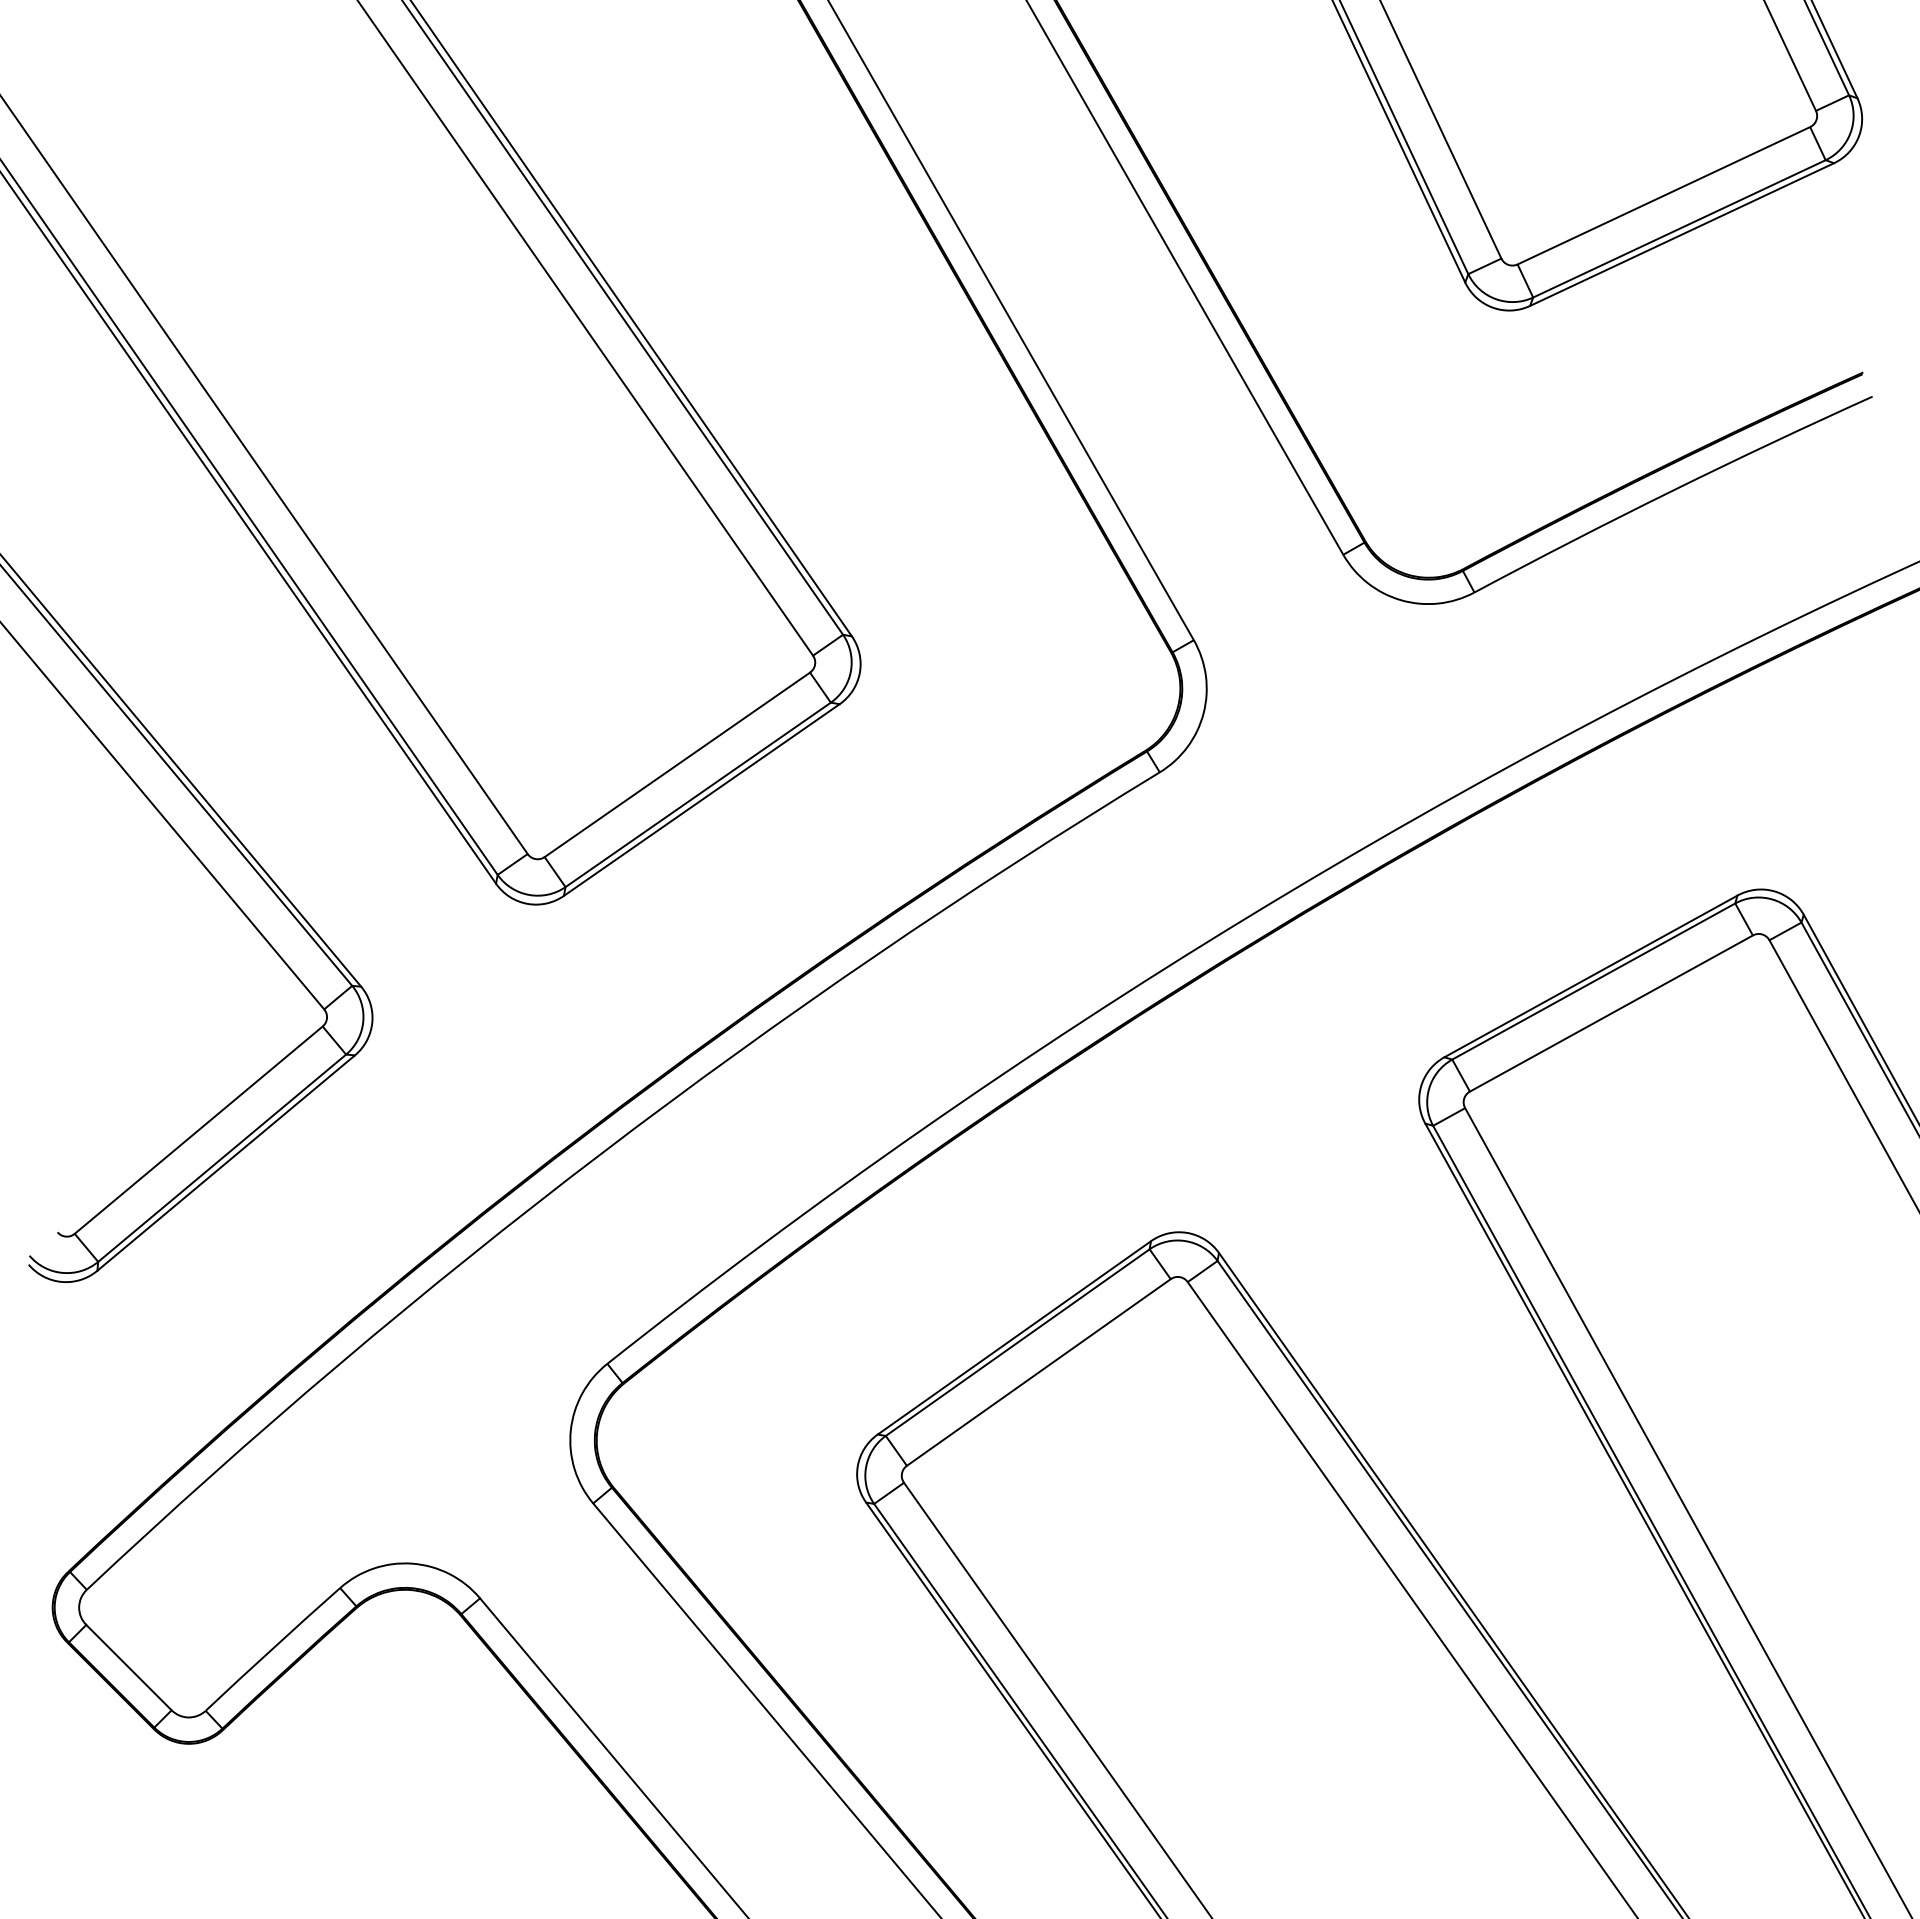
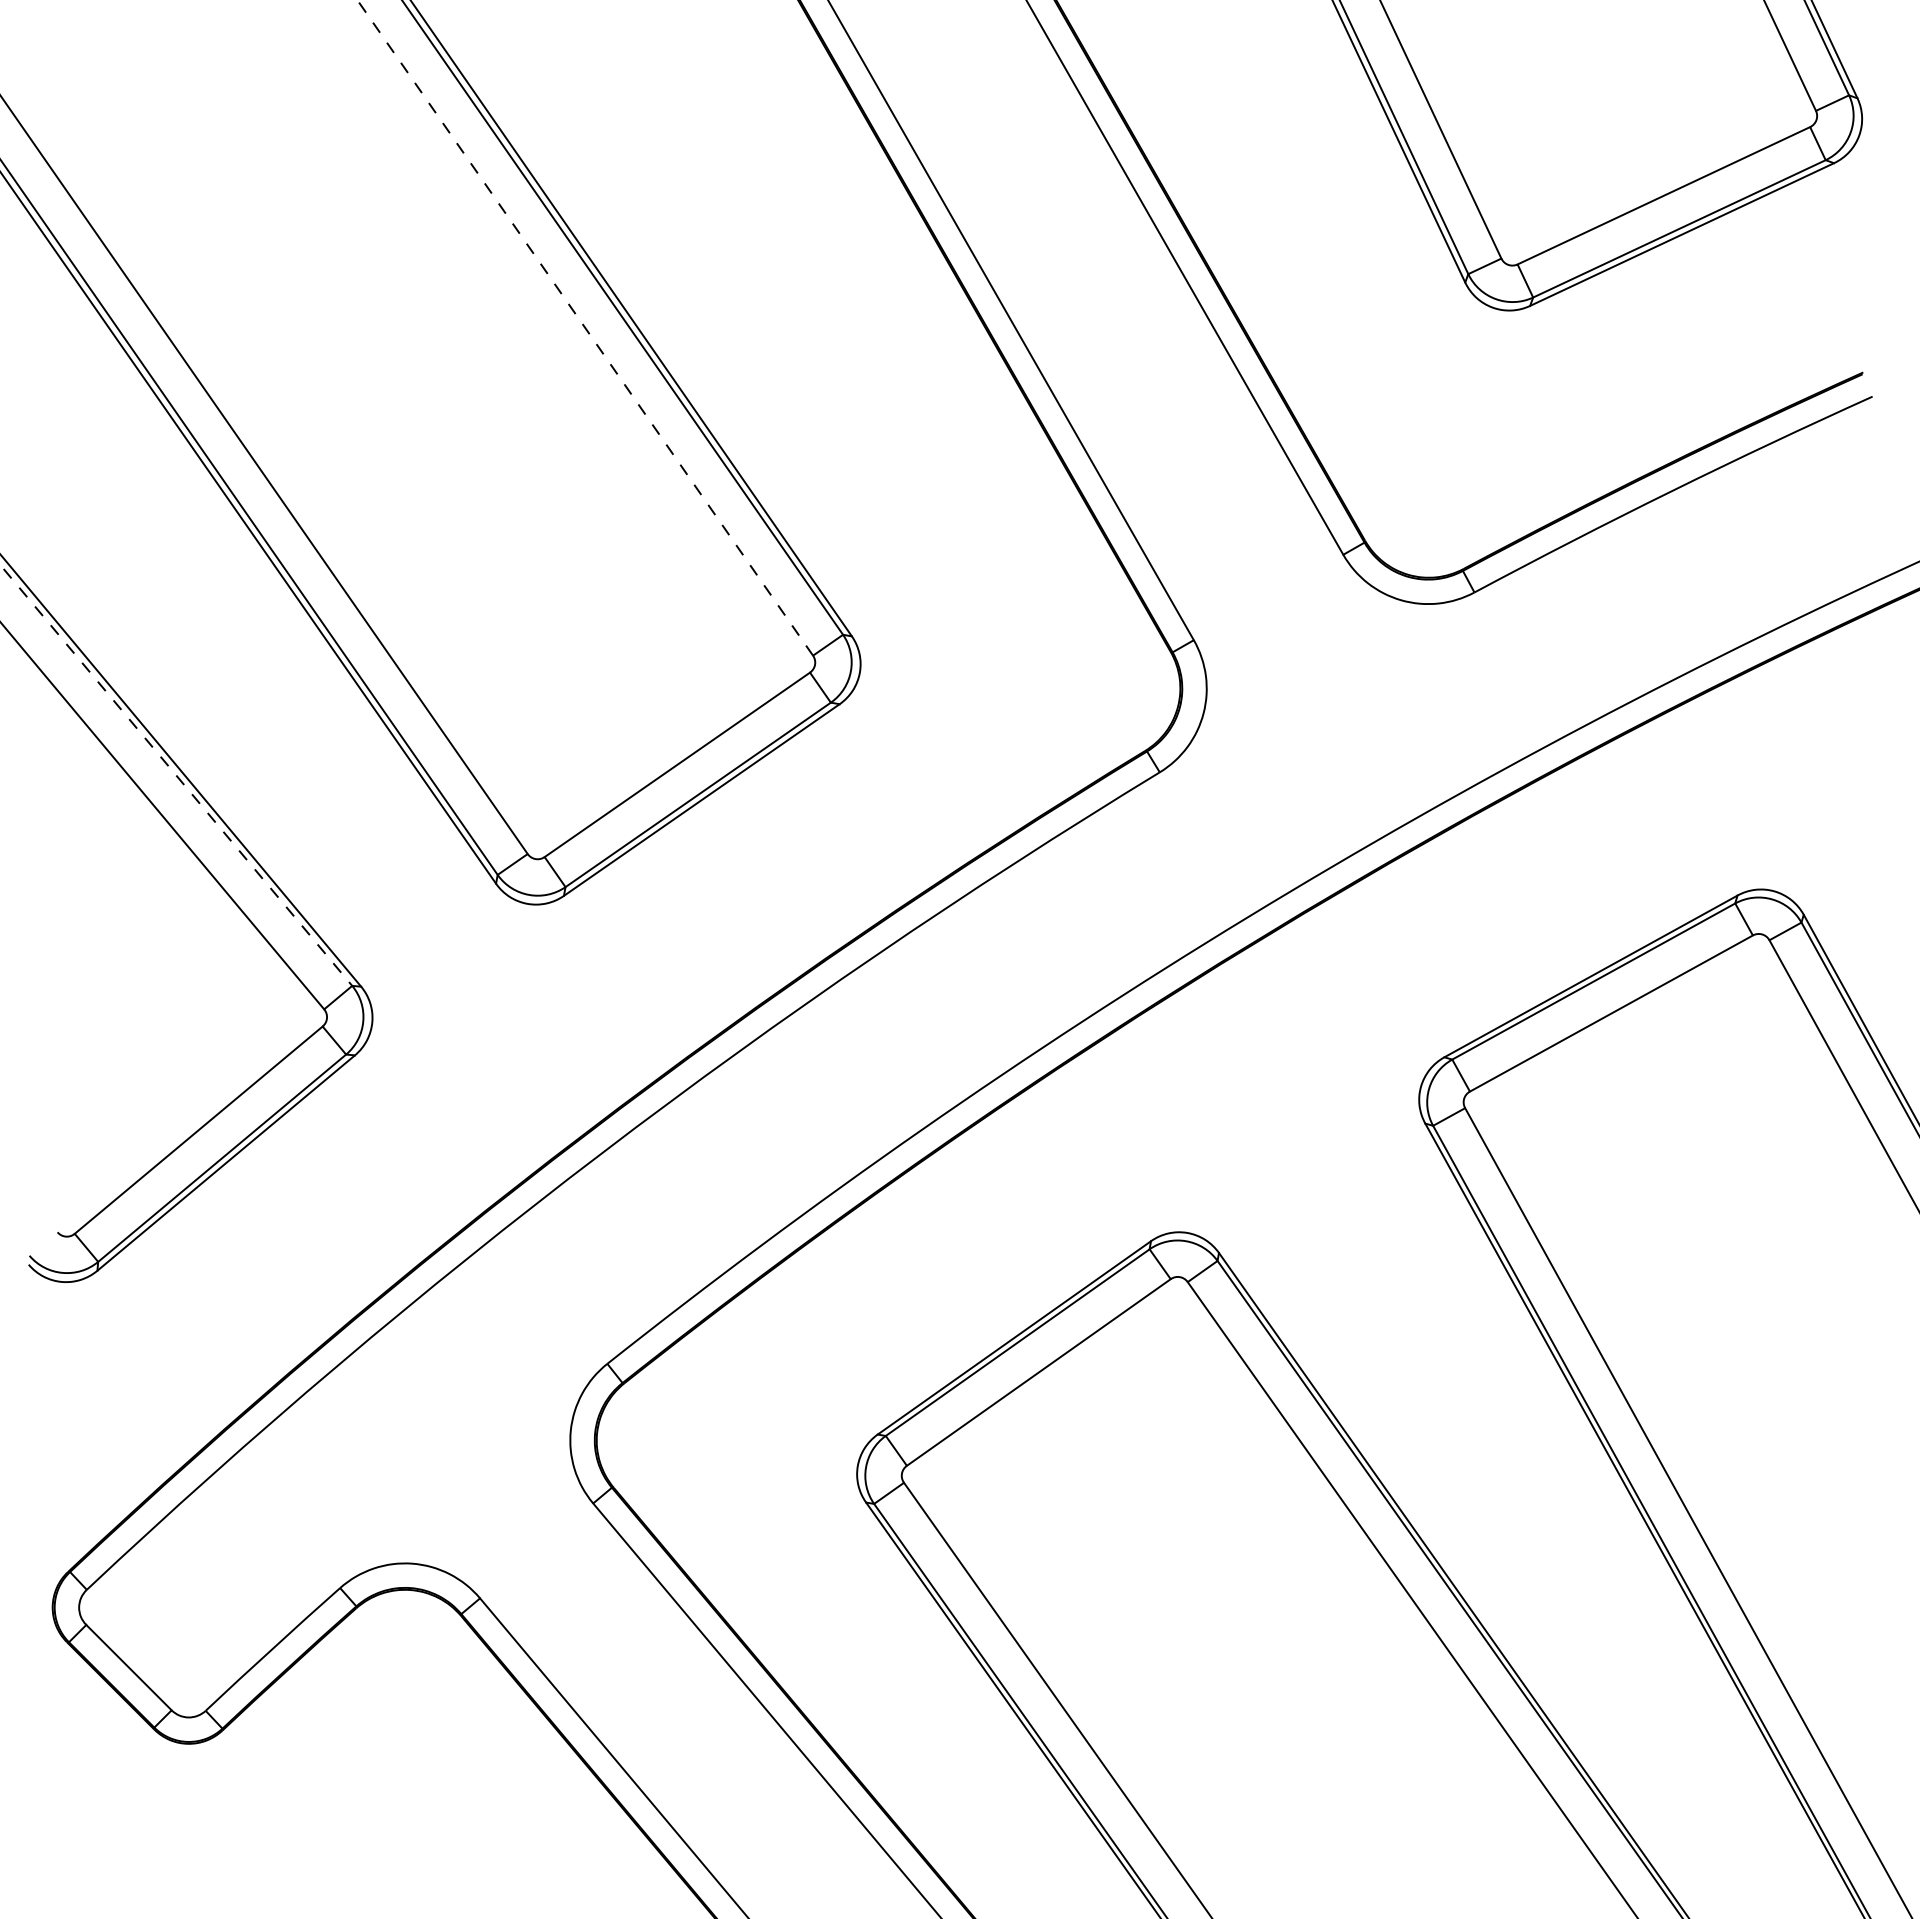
line at (584, 327): solid -> dashed
line at (176, 775): solid -> dashed
